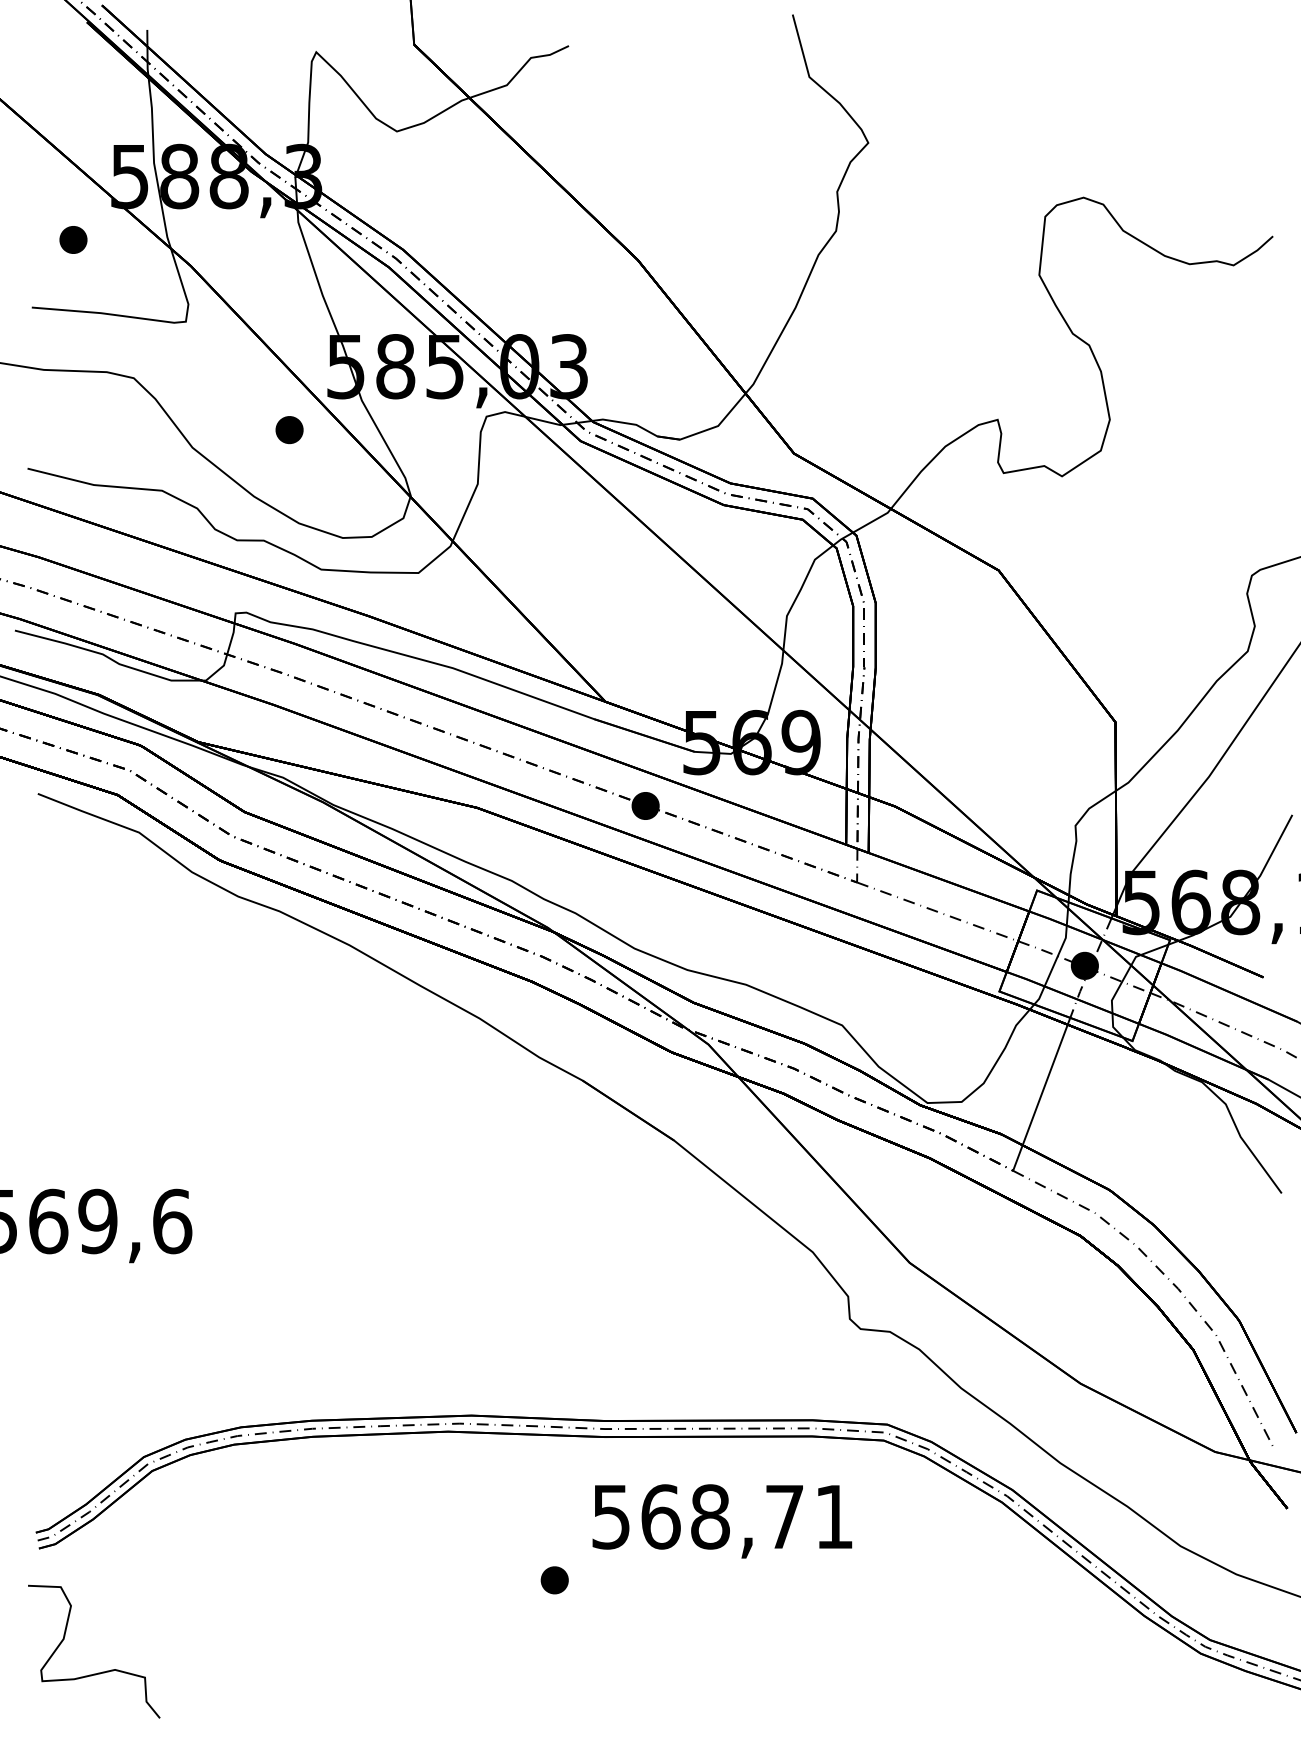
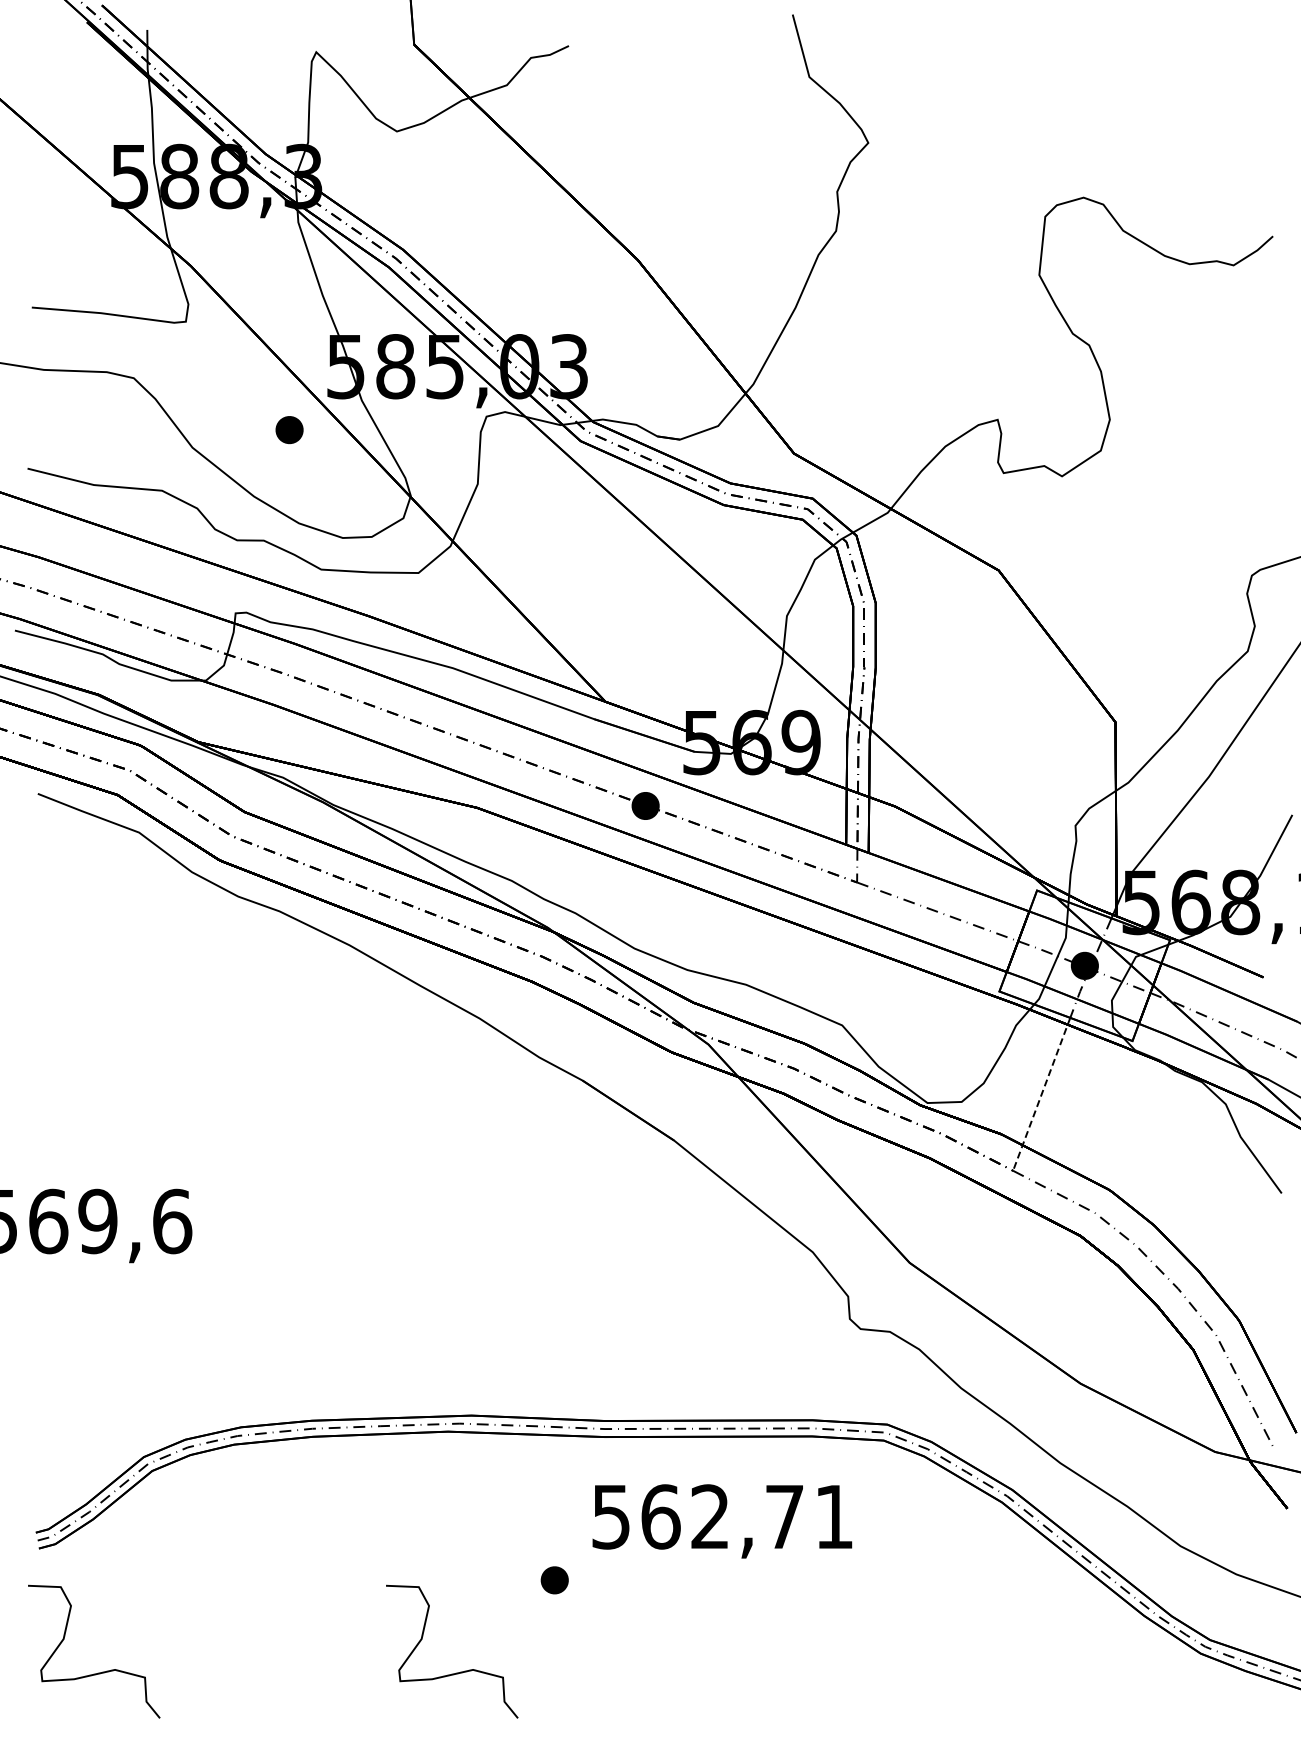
part at (73, 239): present -> none
line at (1041, 1094): solid -> dashed
text at (710, 1516): 568,71 -> 562,71
curve at (456, 1672): none -> present
